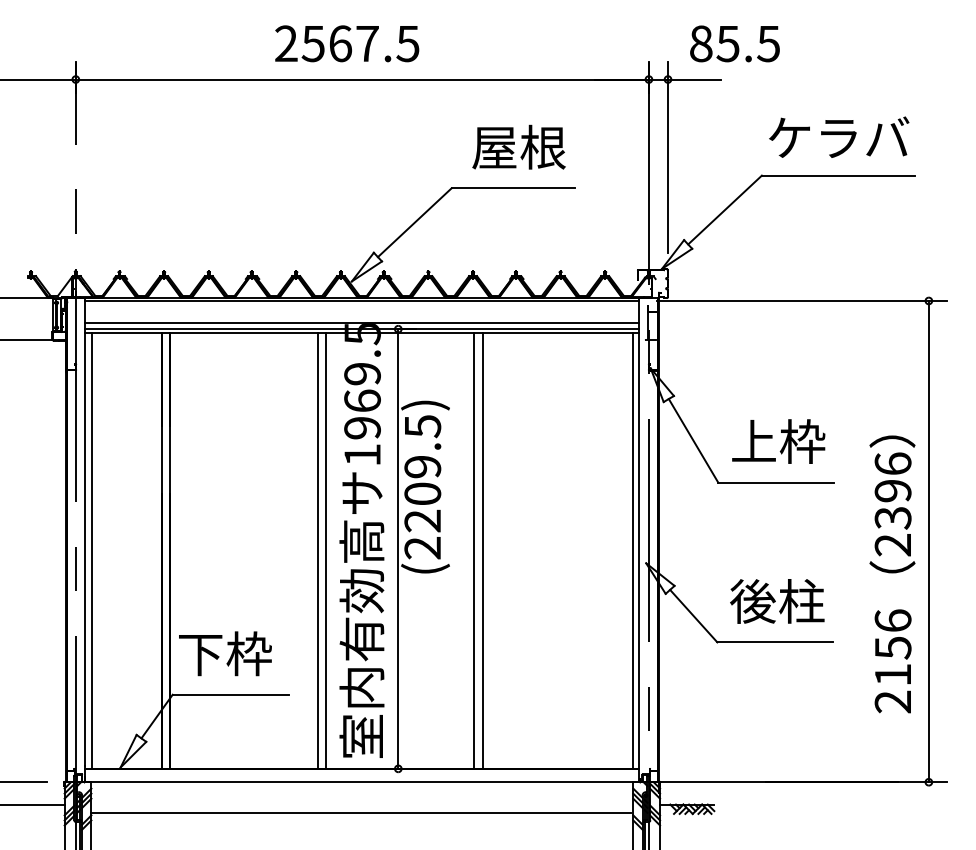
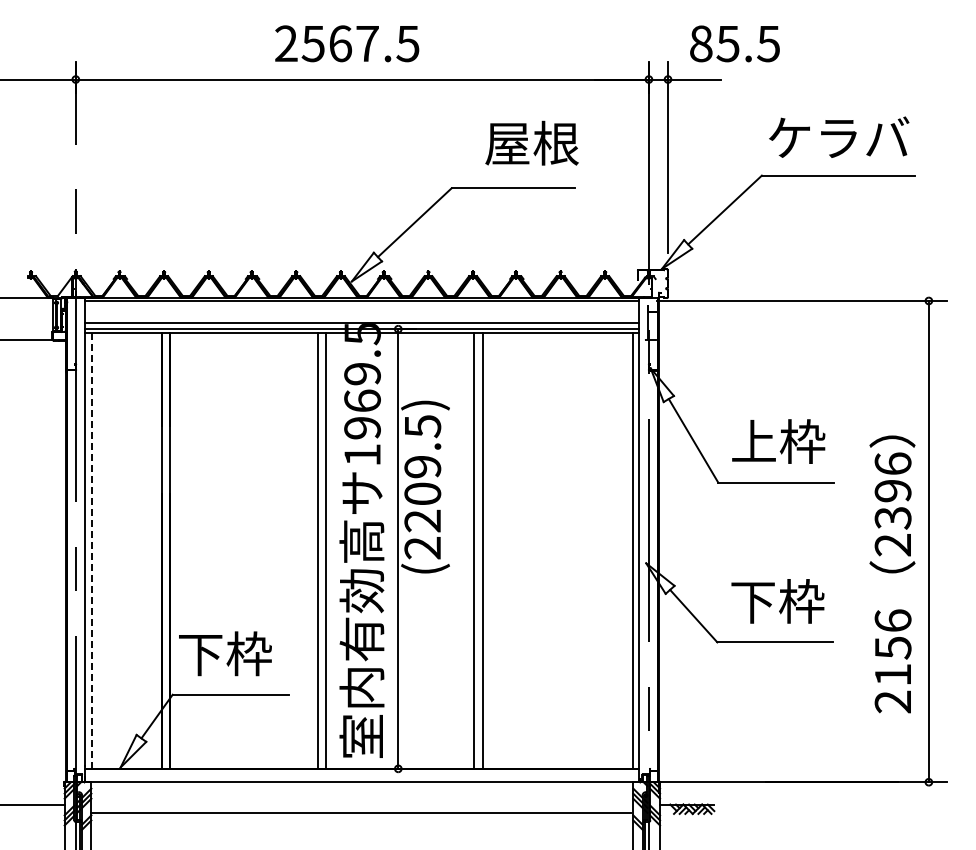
text at (518, 146) position: (518, 146) -> (531, 142)
line at (91, 551): solid -> dashed
text at (777, 601): 後柱 -> 下枠
line at (24, 782): present -> none
